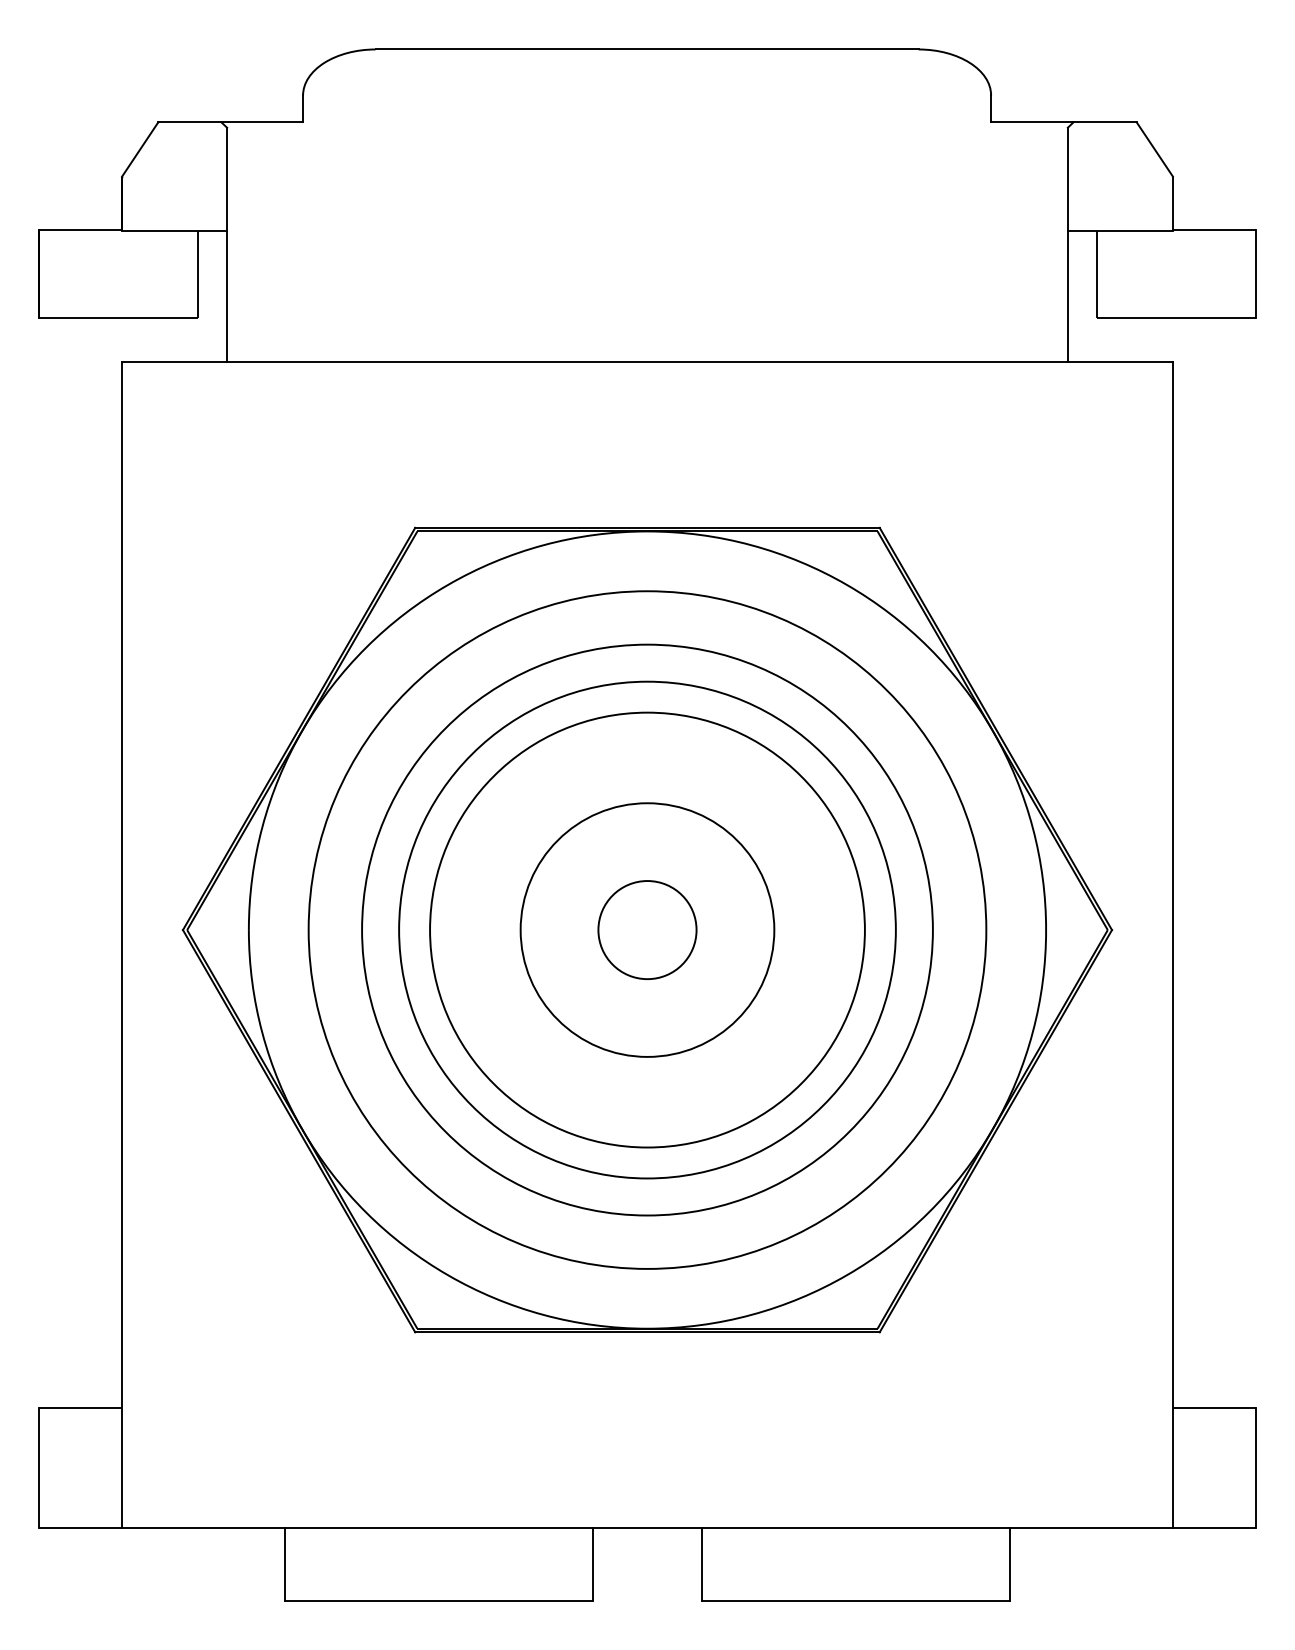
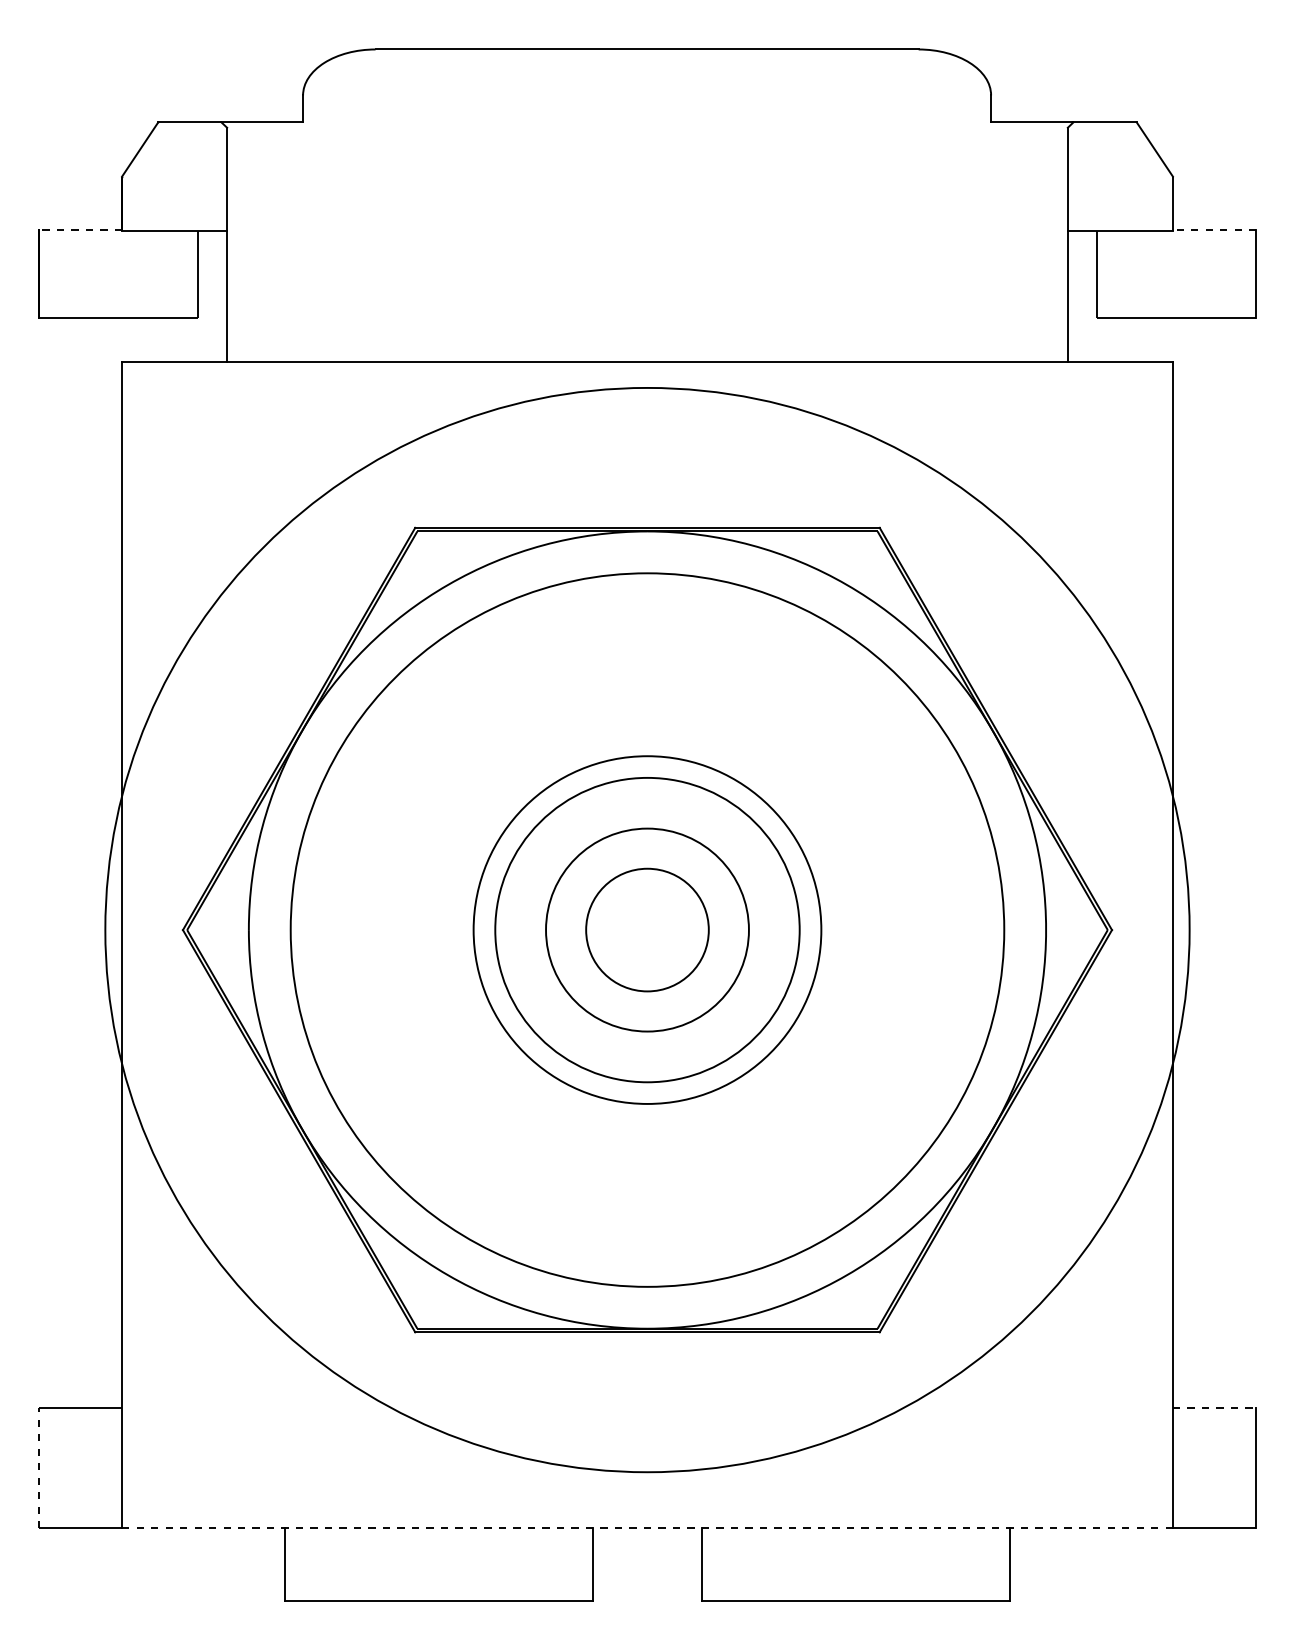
line at (80, 230): solid -> dashed
line at (1214, 230): solid -> dashed
circle at (647, 929) diameter: 254 px -> 203 px
circle at (647, 929) diameter: 435 px -> 304 px
circle at (647, 929) diameter: 497 px -> 348 px
circle at (647, 929) diameter: 571 px -> 714 px
circle at (647, 929) diameter: 678 px -> 1084 px
circle at (647, 930) diameter: 98 px -> 123 px
line at (1214, 1407): solid -> dashed
line at (38, 1467): solid -> dashed
line at (647, 1528): solid -> dashed
